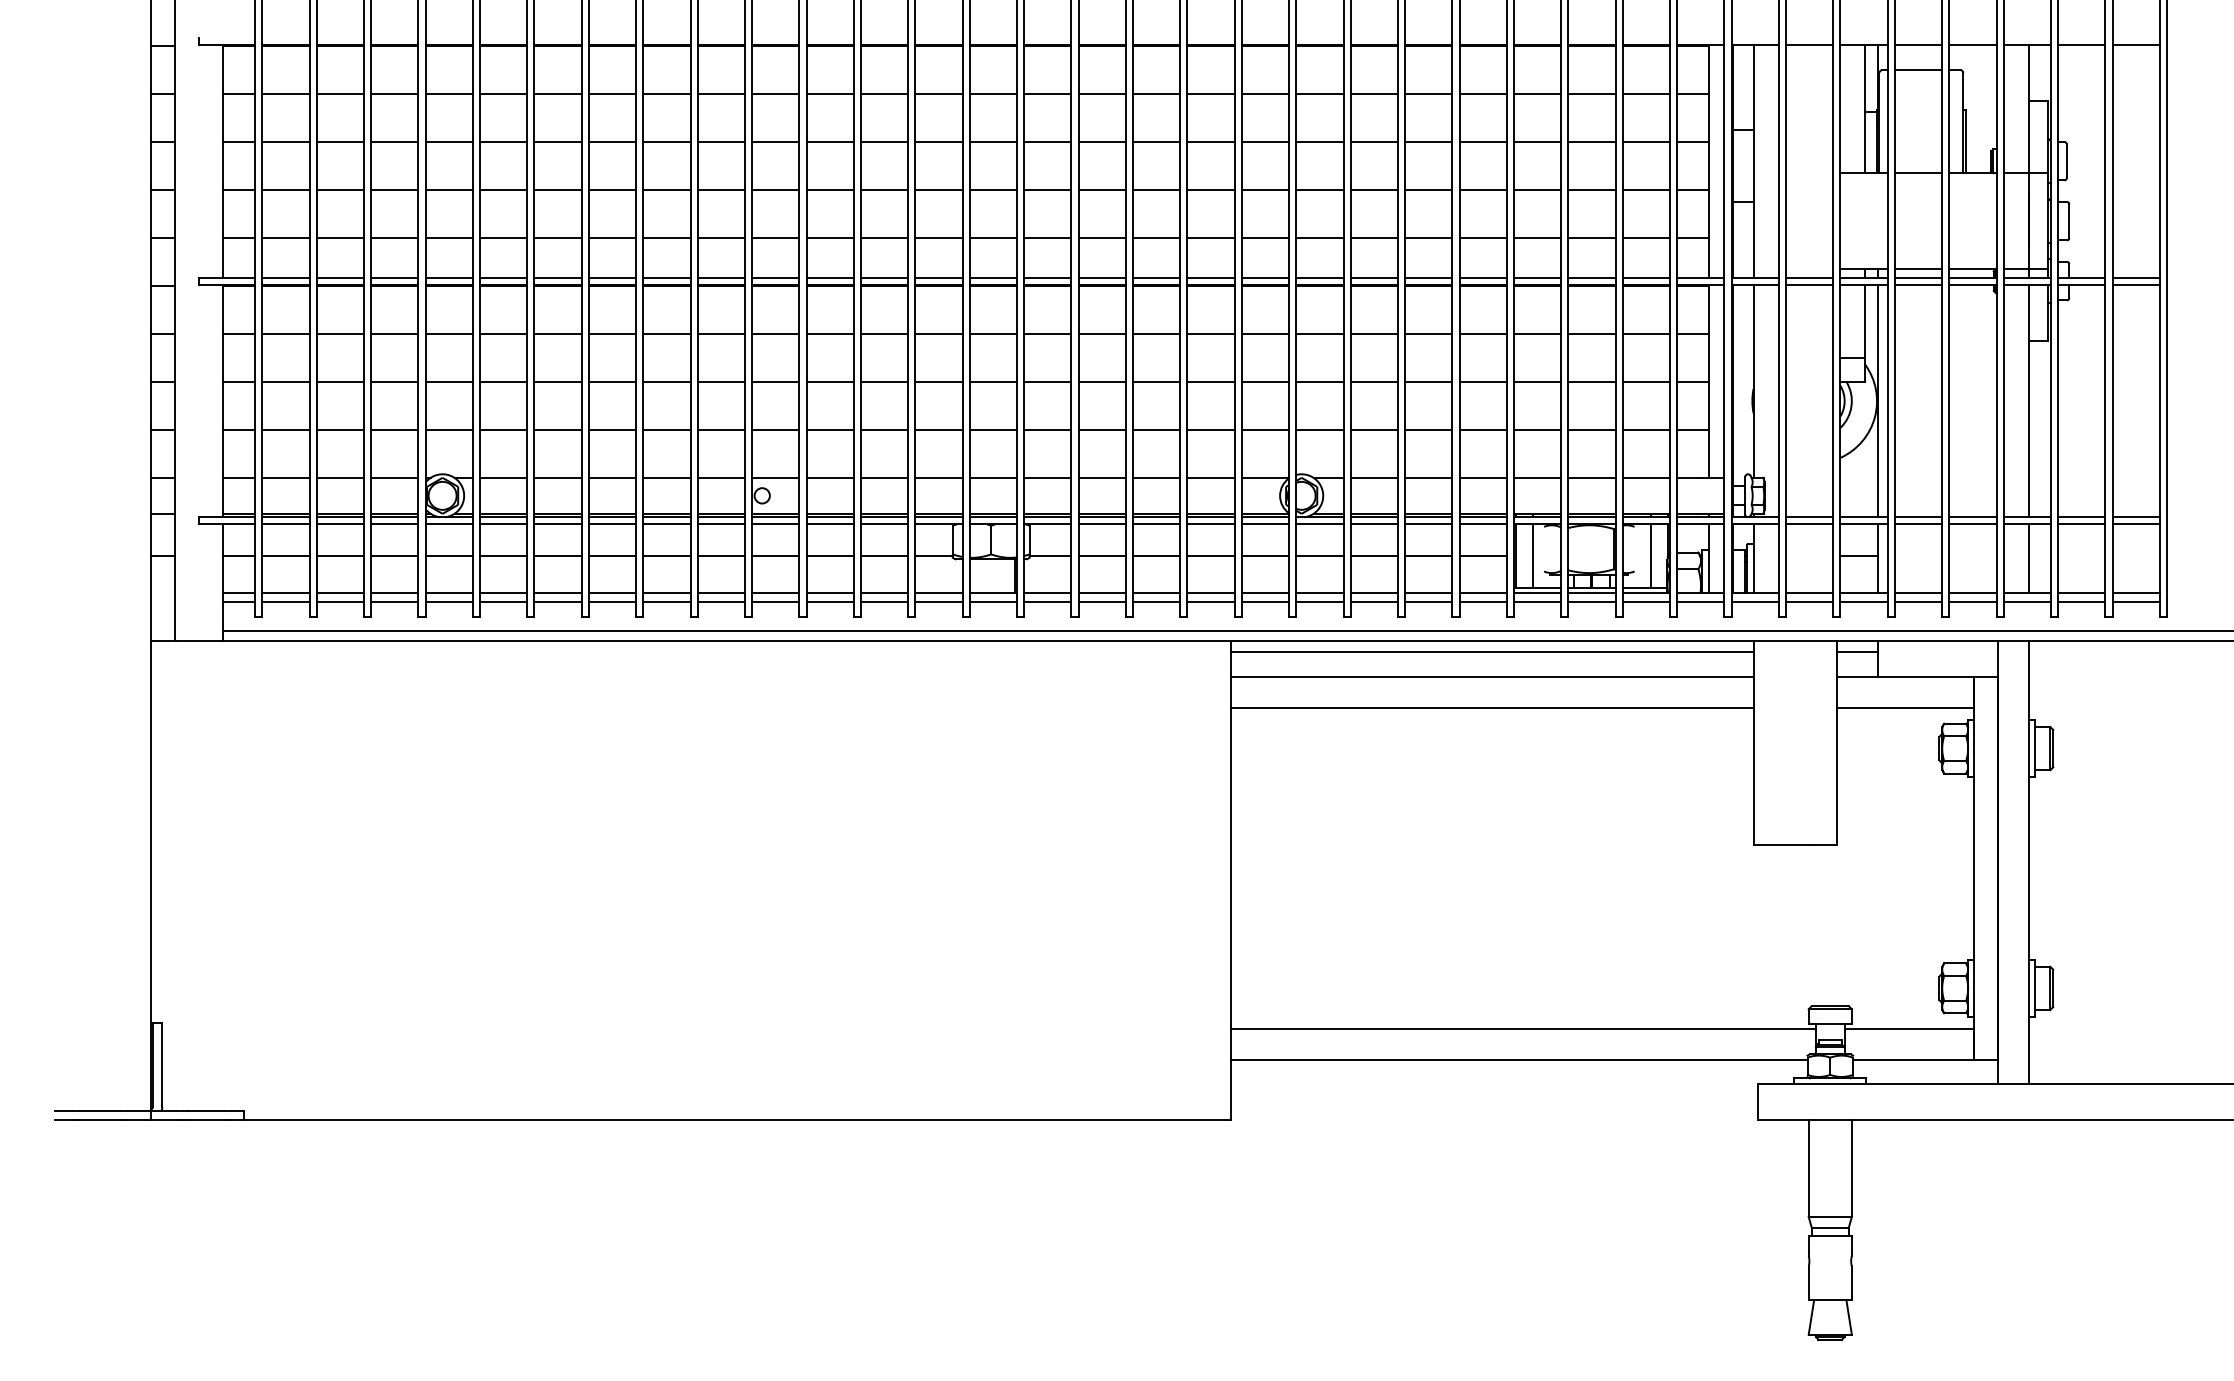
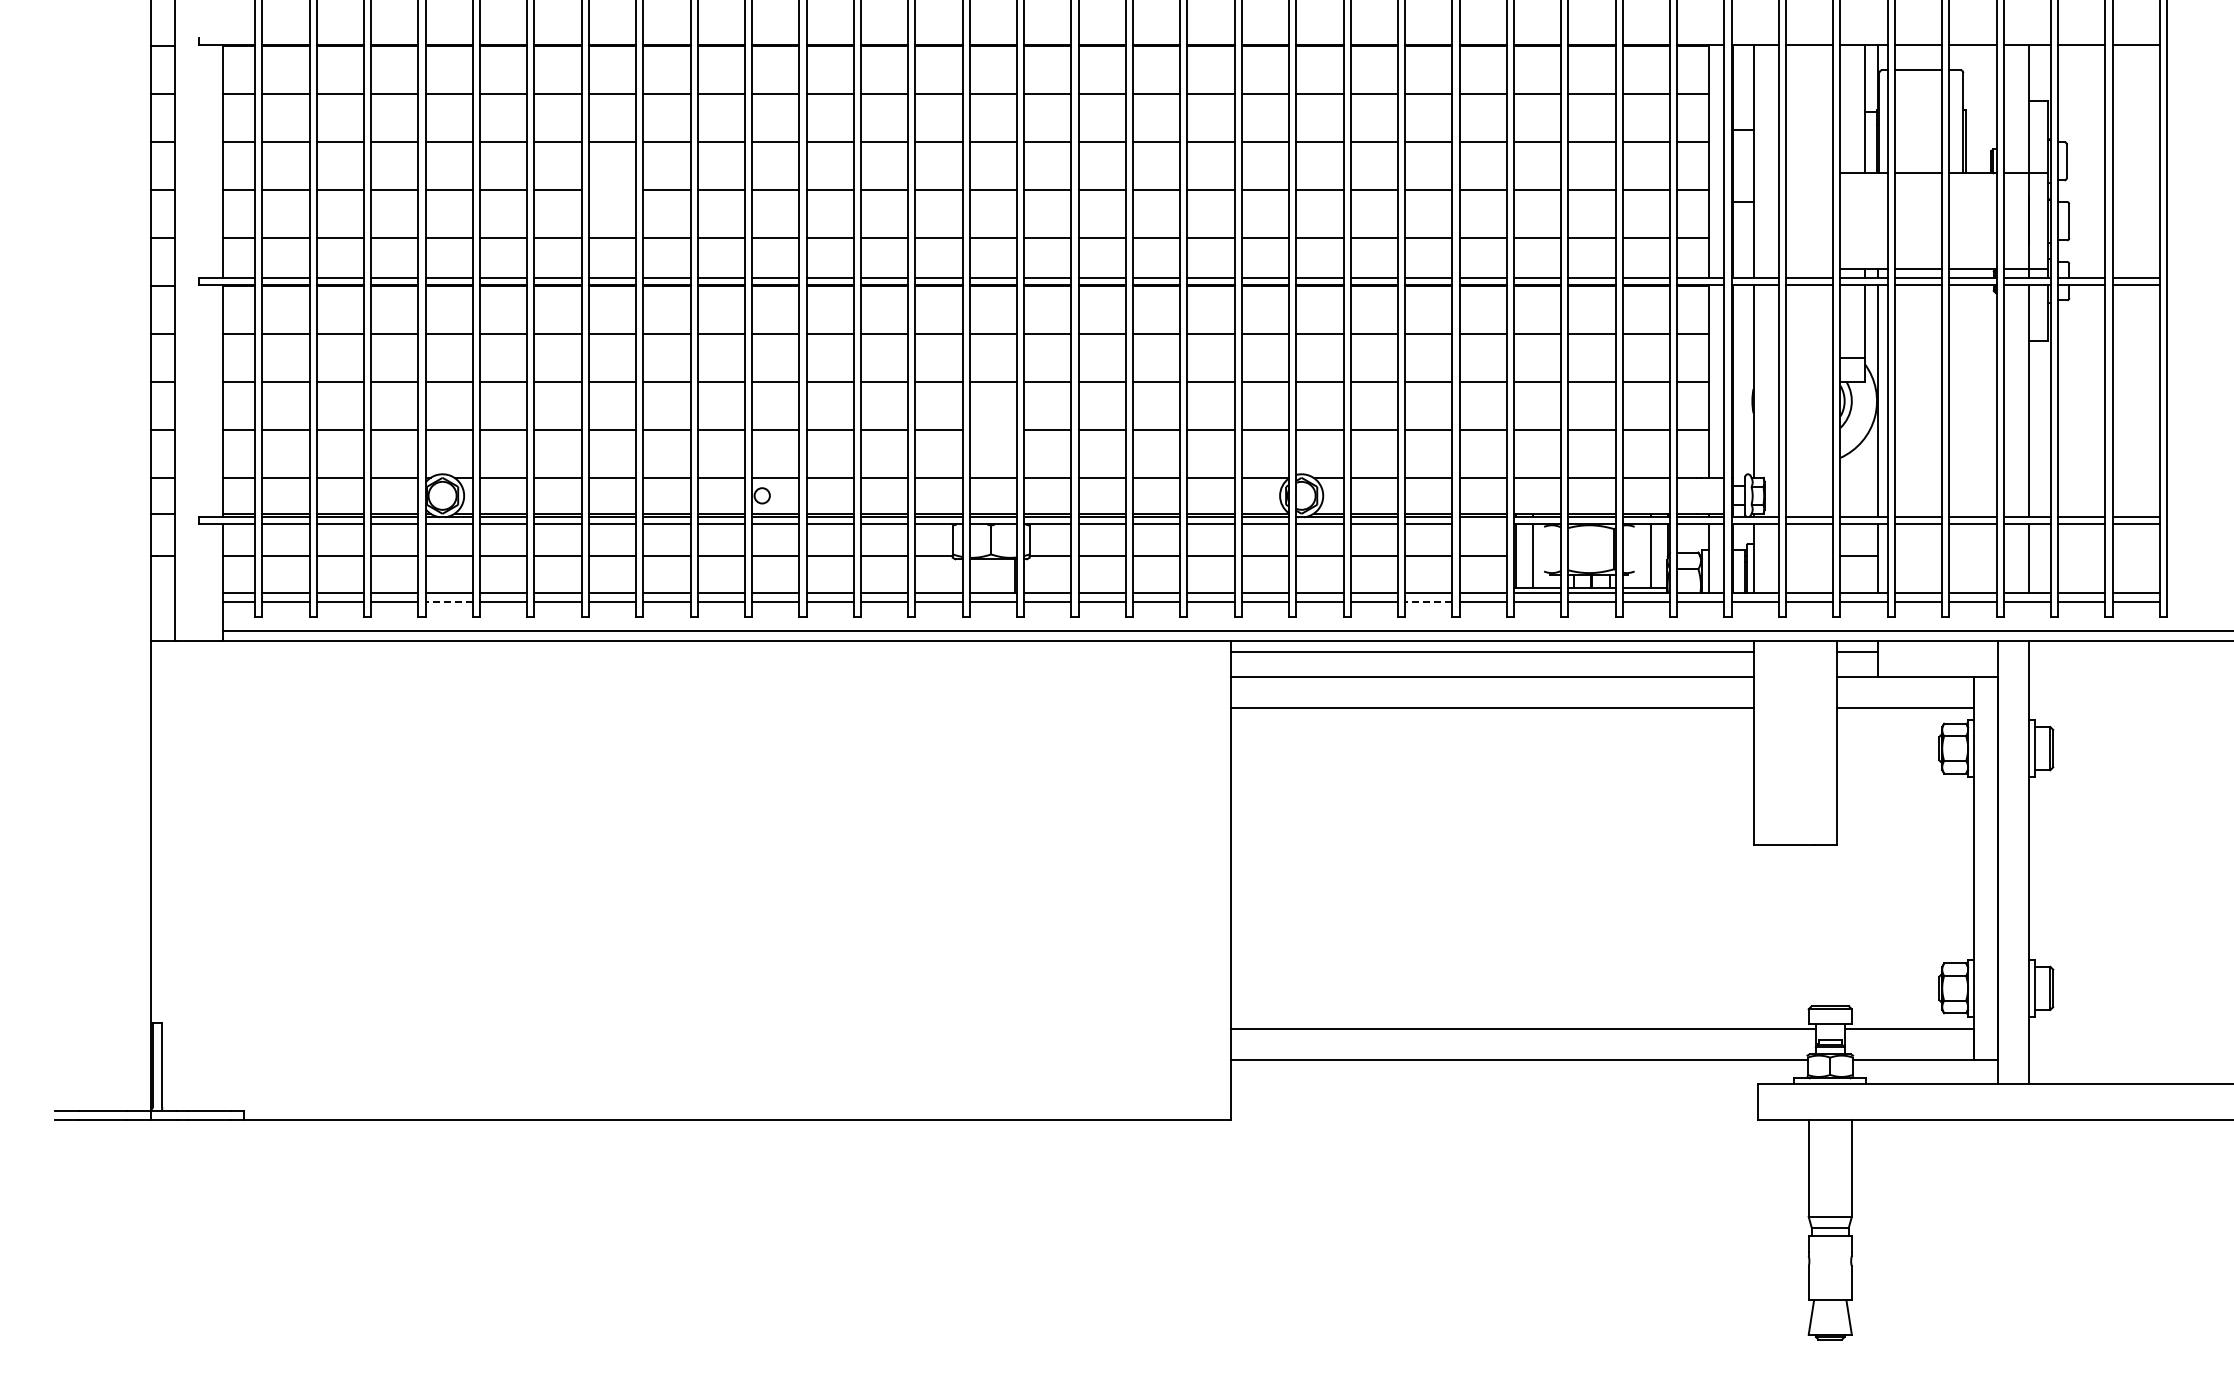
line at (612, 190): present -> none
line at (993, 429): present -> none
line at (1482, 524): present -> none
line at (449, 602): solid -> dashed
line at (1428, 602): solid -> dashed
